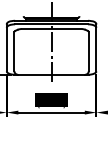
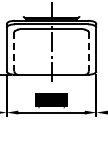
line at (14, 51): solid -> dashed
line at (88, 51): solid -> dashed
